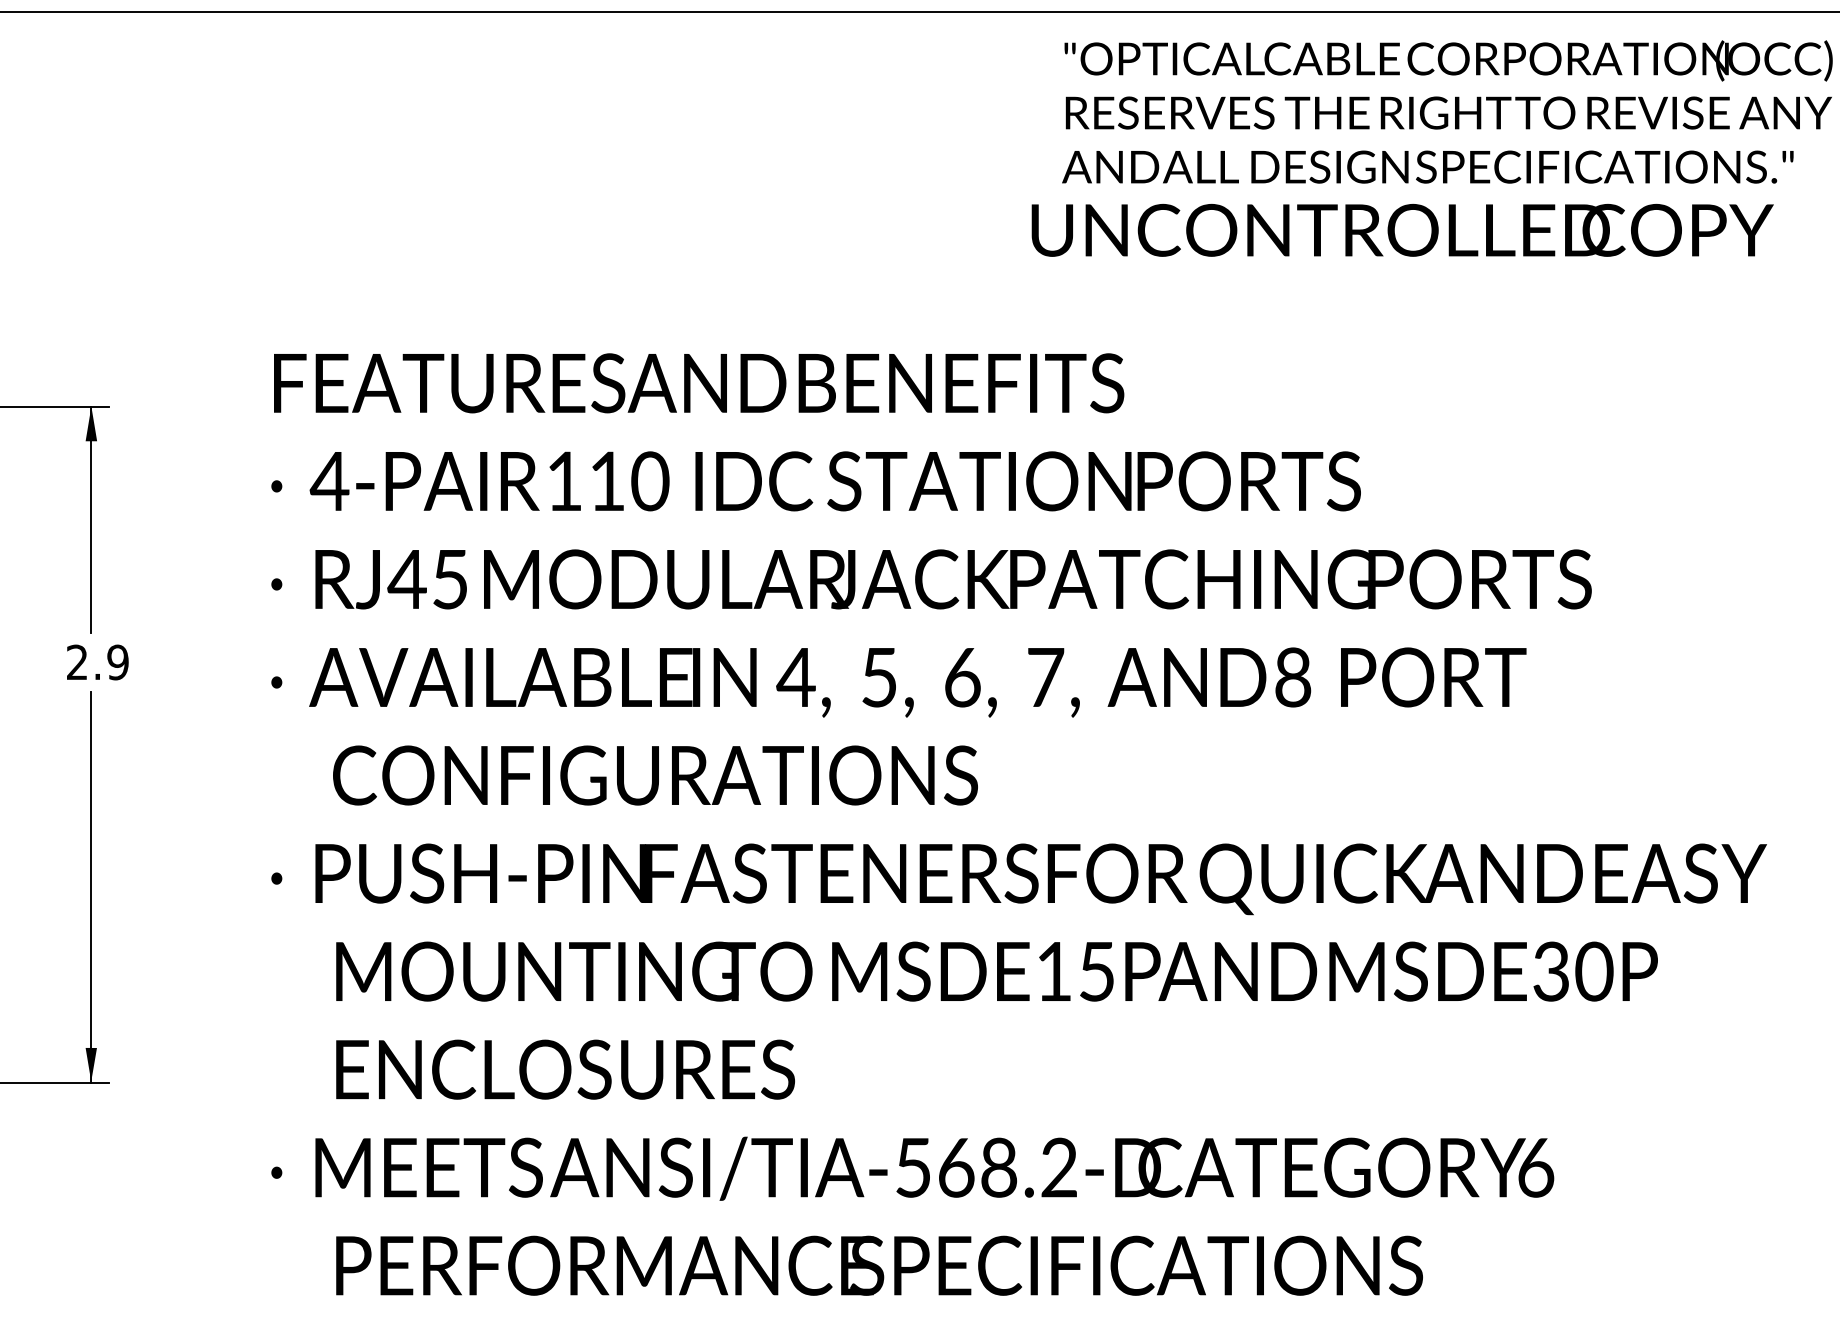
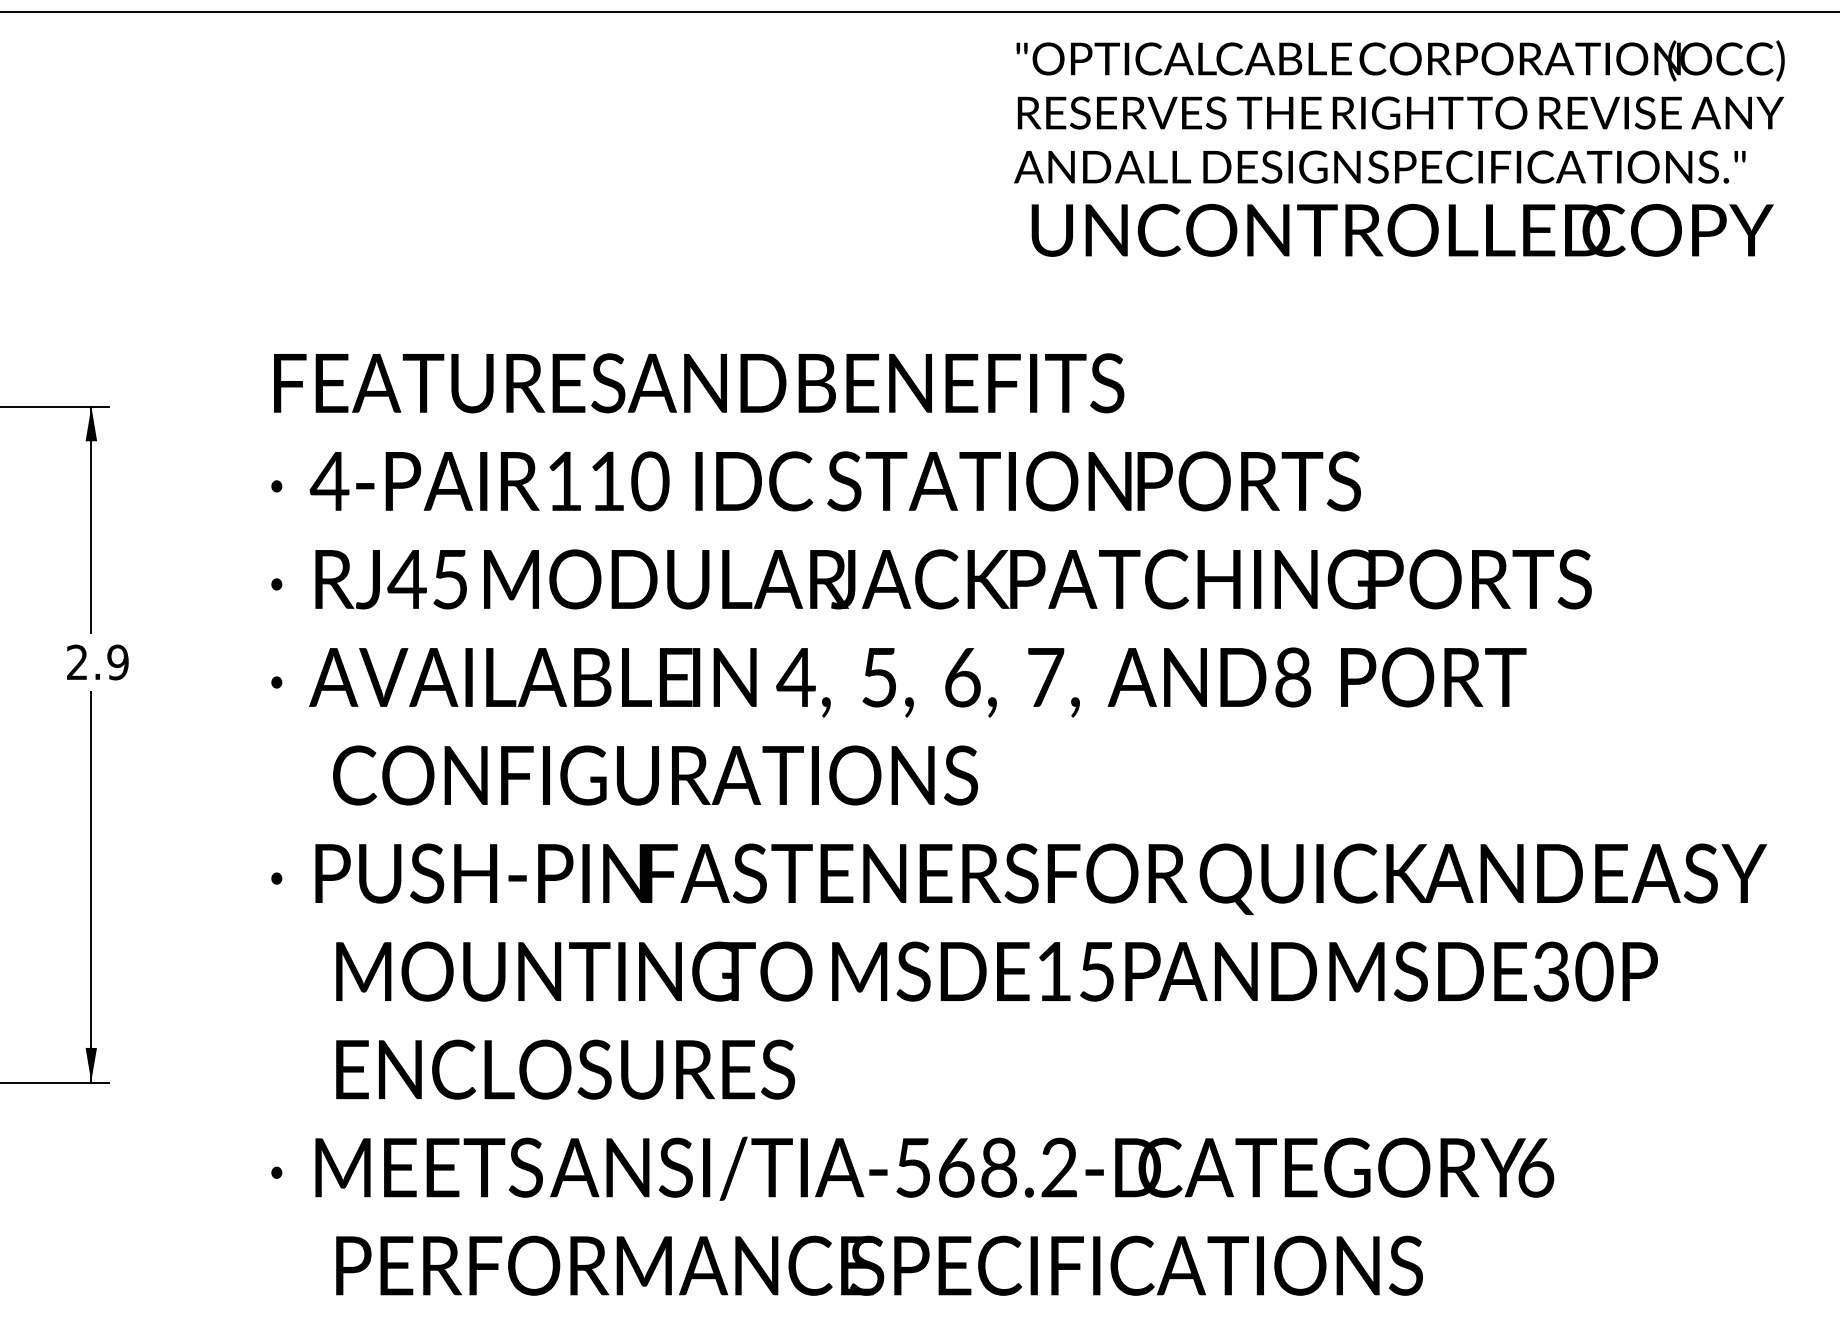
text at (1447, 111) position: (1447, 111) -> (1399, 111)
